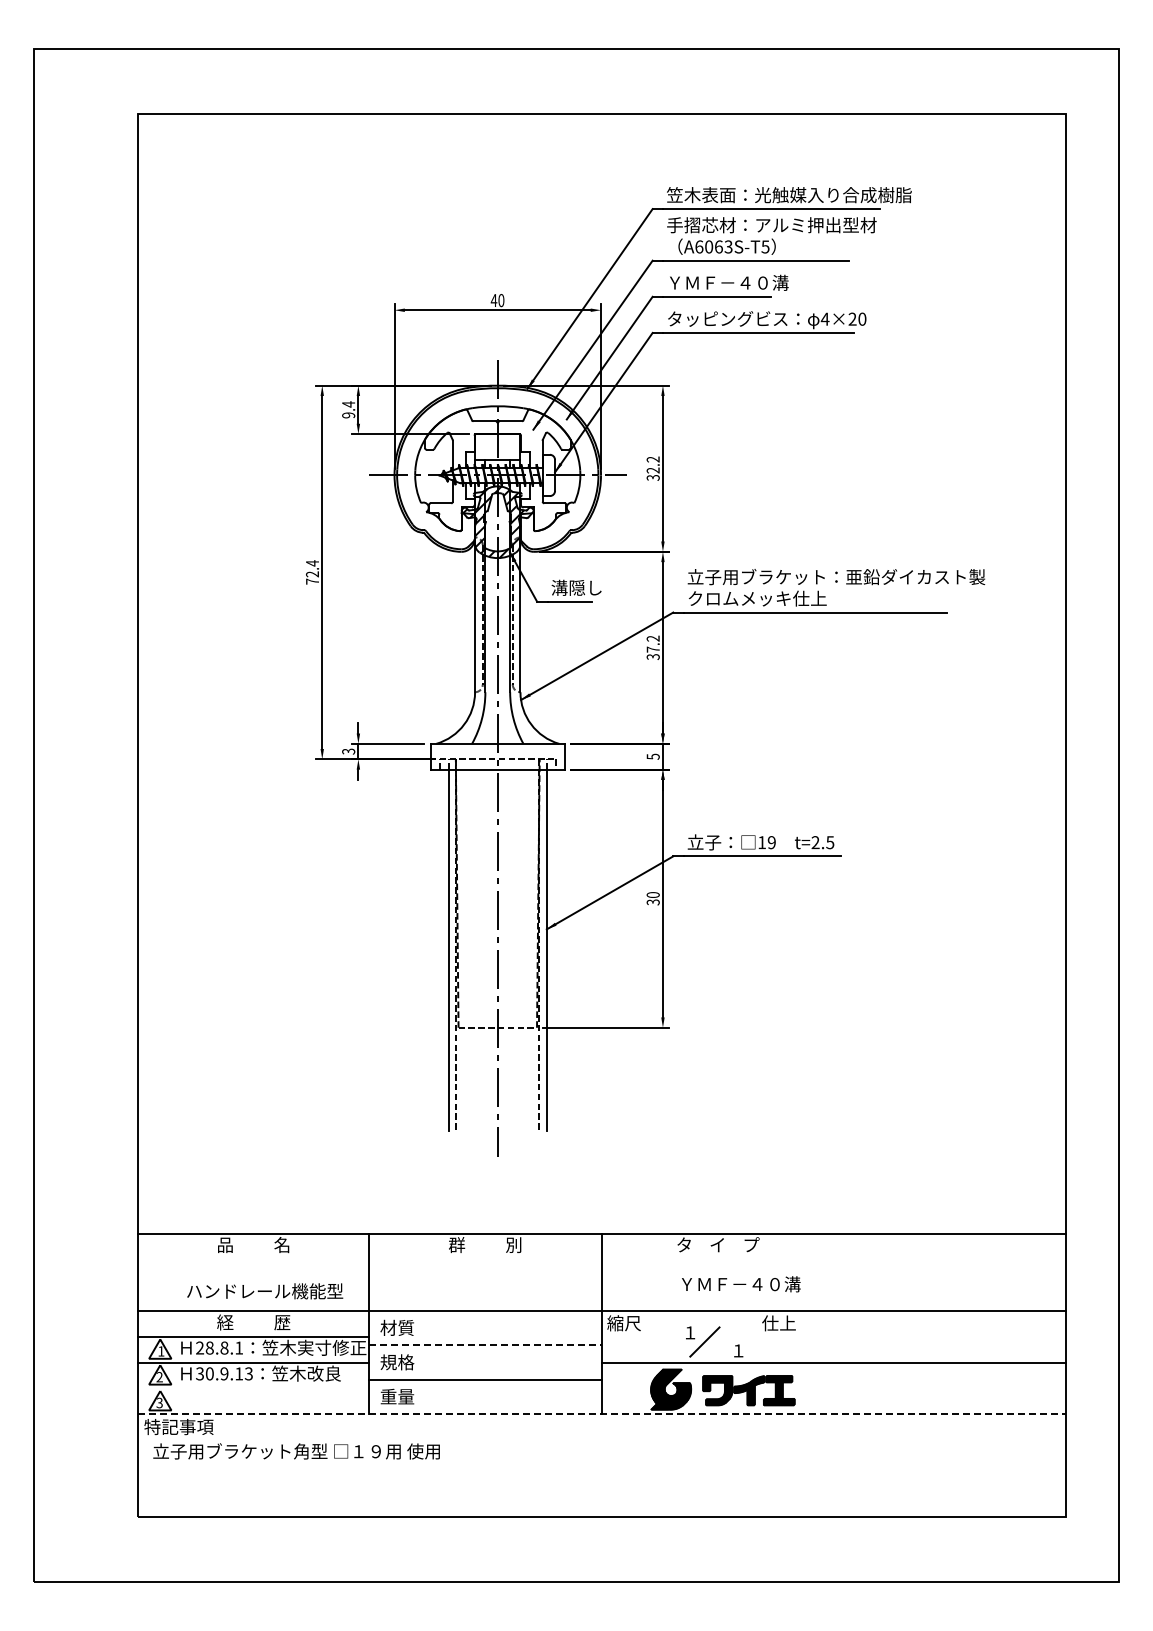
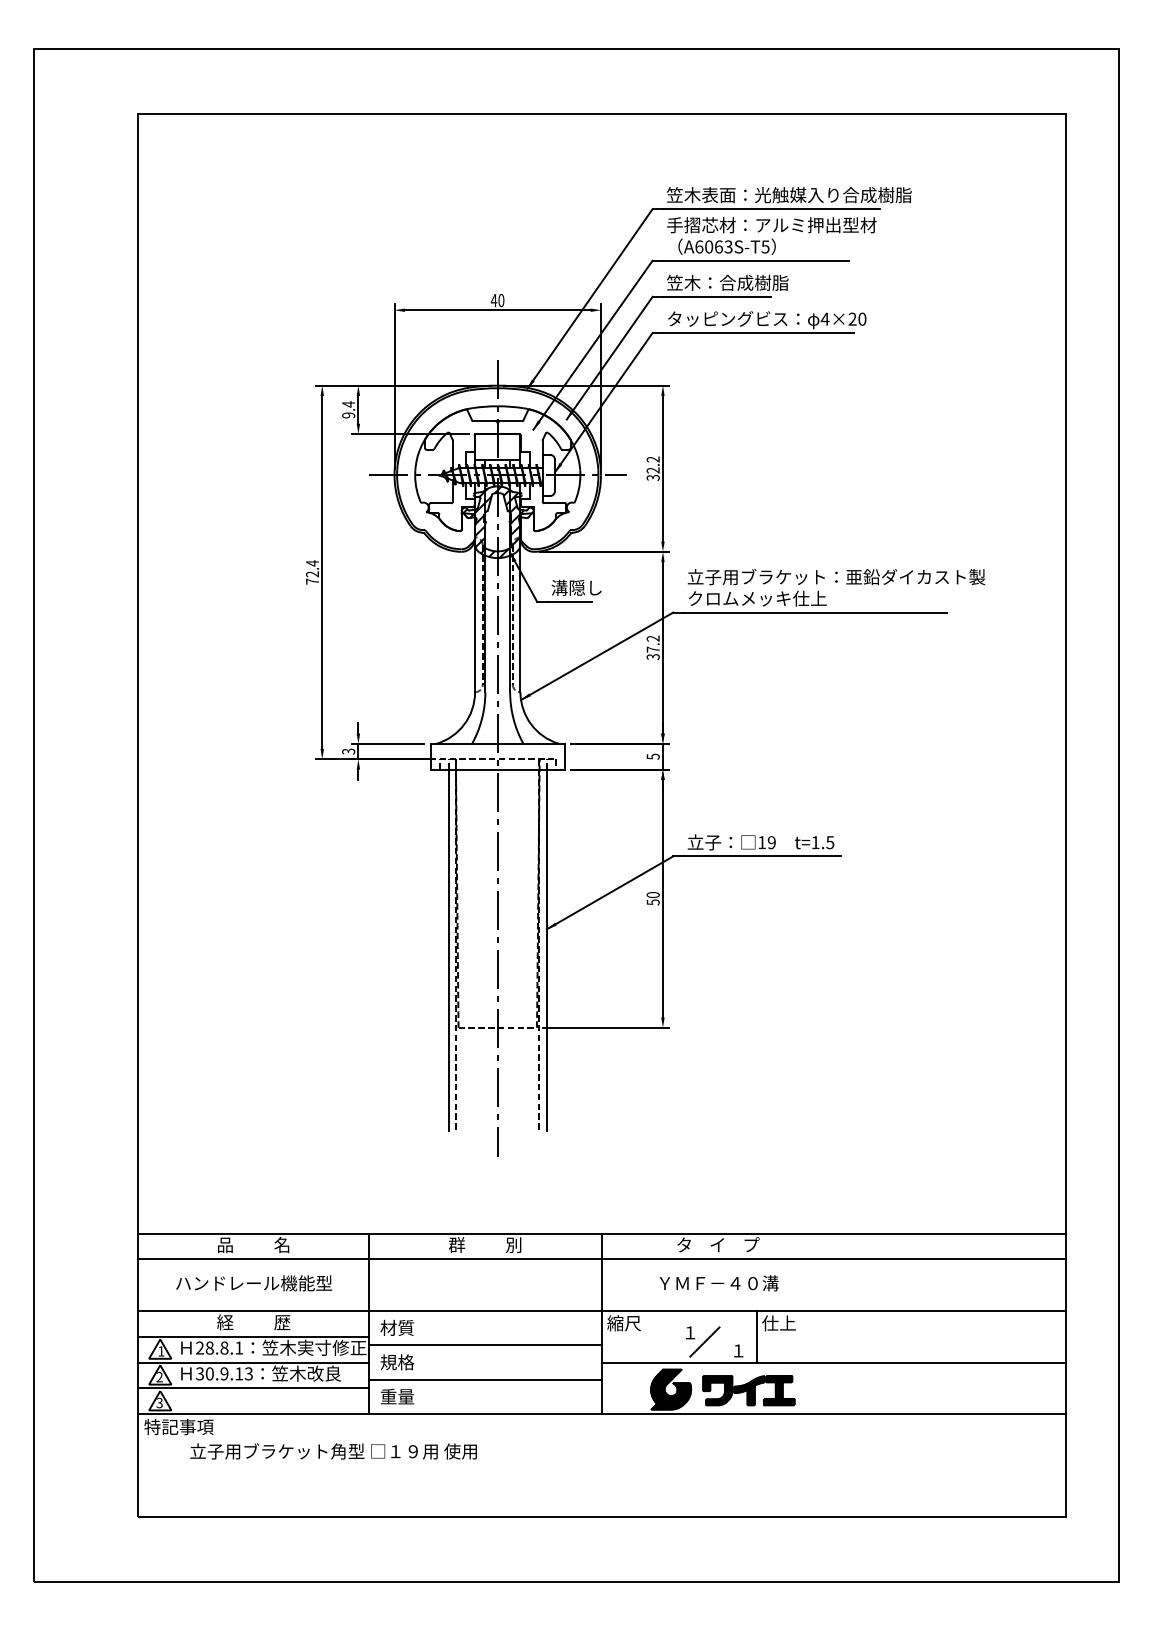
text at (727, 282): ＹＭＦ－４０溝 -> 笠木：合成樹脂
text at (815, 842): t=2.5 -> t=1.5
text at (652, 902): 30 -> 50
line at (601, 1259): none -> present
text at (741, 1284) position: (741, 1284) -> (719, 1283)
text at (265, 1291) position: (265, 1291) -> (254, 1283)
line at (756, 1336): none -> present
line at (486, 1345): dashed -> solid
line at (253, 1388): none -> present
line at (601, 1414): dashed -> solid
text at (296, 1451) position: (296, 1451) -> (333, 1451)
